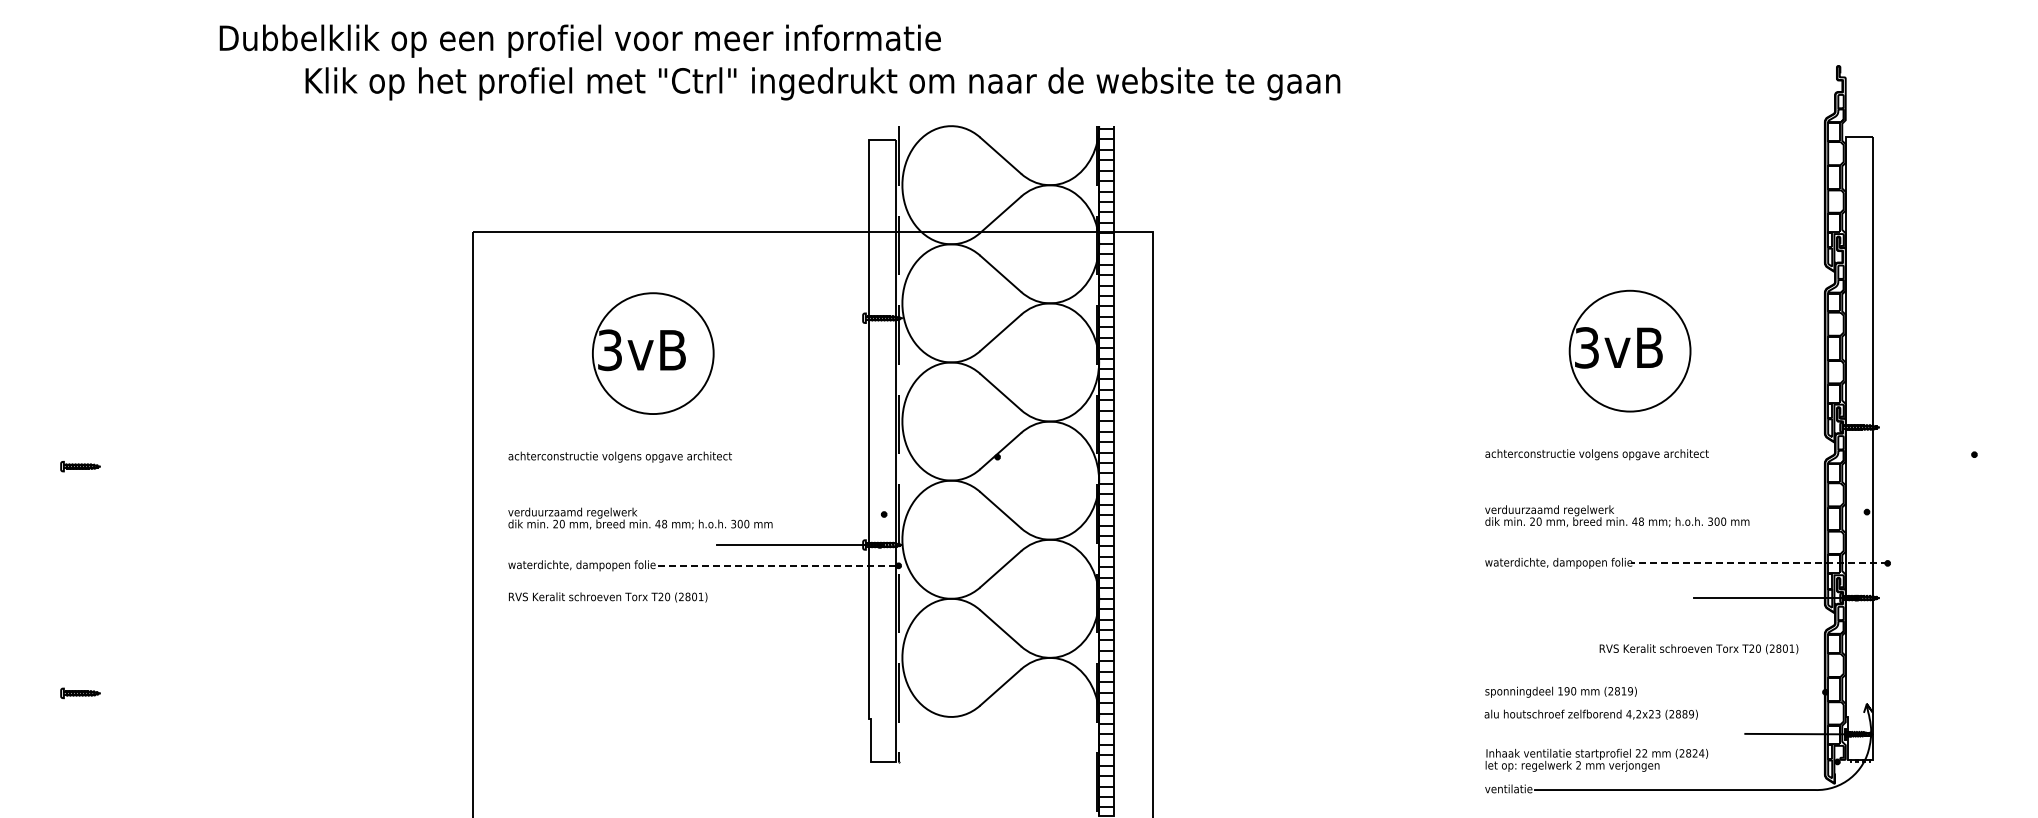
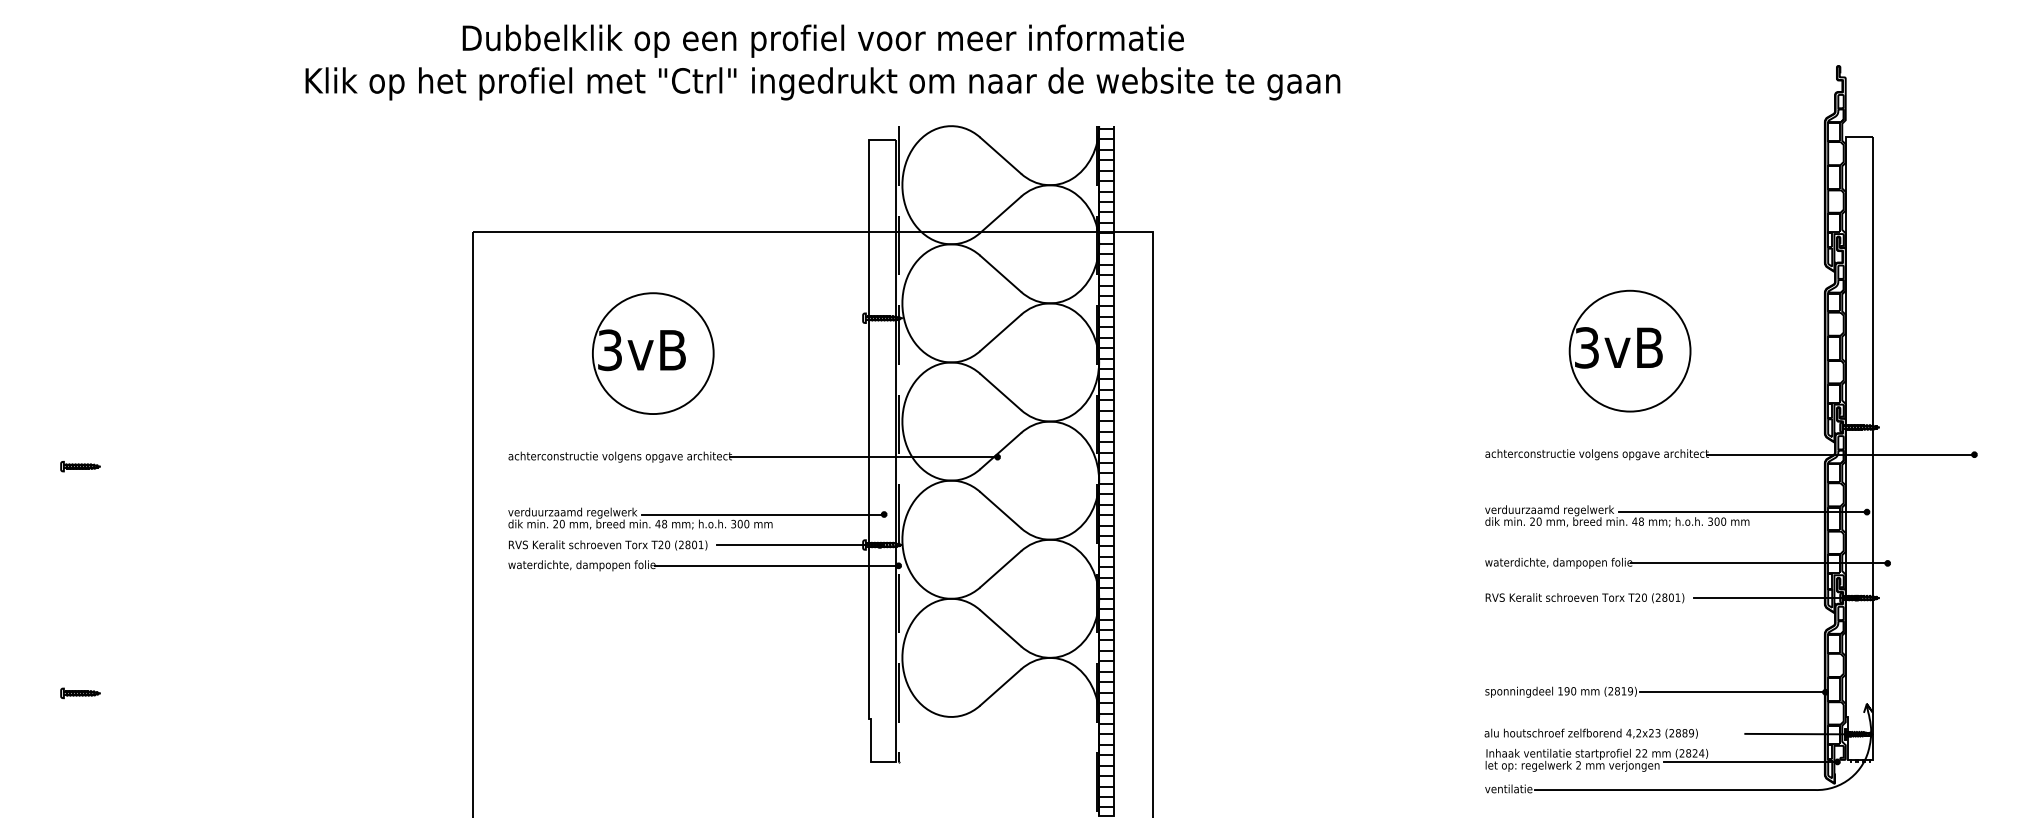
text at (579, 40) position: (579, 40) -> (822, 40)
line at (1840, 454): none -> present
line at (863, 457): none -> present
line at (1743, 512): none -> present
line at (763, 514): none -> present
line at (1759, 563): dashed -> solid
line at (775, 565): dashed -> solid
text at (608, 597) position: (608, 597) -> (608, 545)
text at (1698, 649) position: (1698, 649) -> (1584, 598)
line at (1732, 692): none -> present
text at (1590, 714) position: (1590, 714) -> (1590, 733)
line at (1750, 761): none -> present
